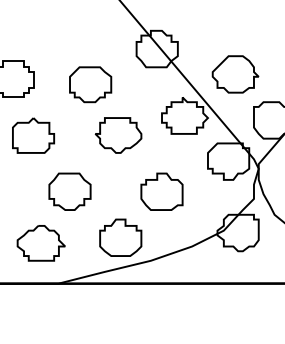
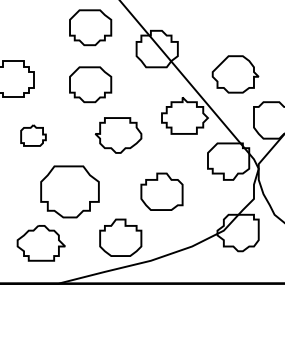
part at (90, 27): none -> present
part at (33, 135) size: 43x37 px -> 27x23 px
part at (69, 191) size: 44x39 px -> 60x54 px
